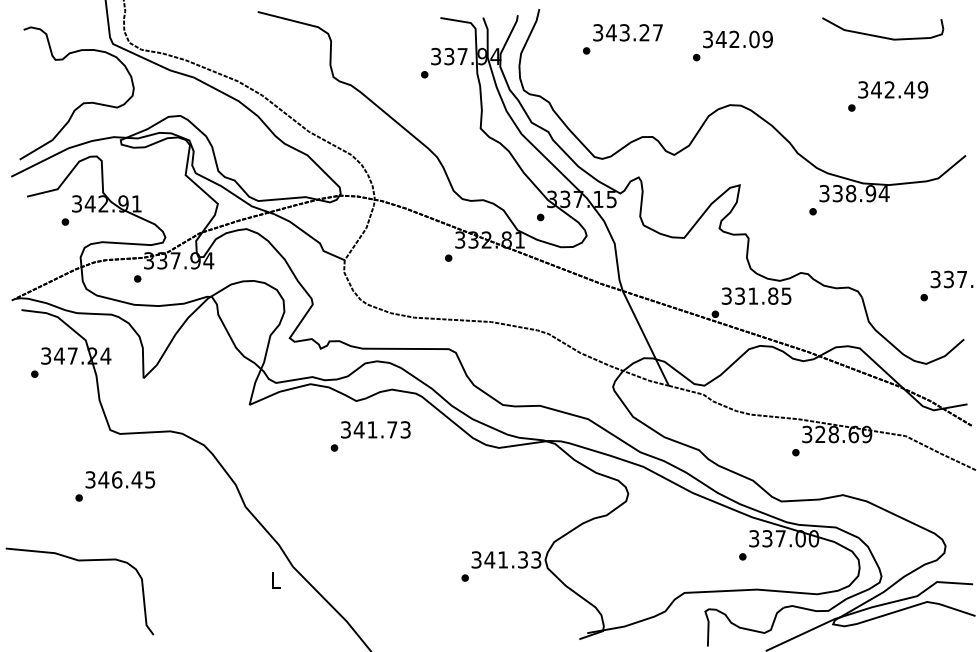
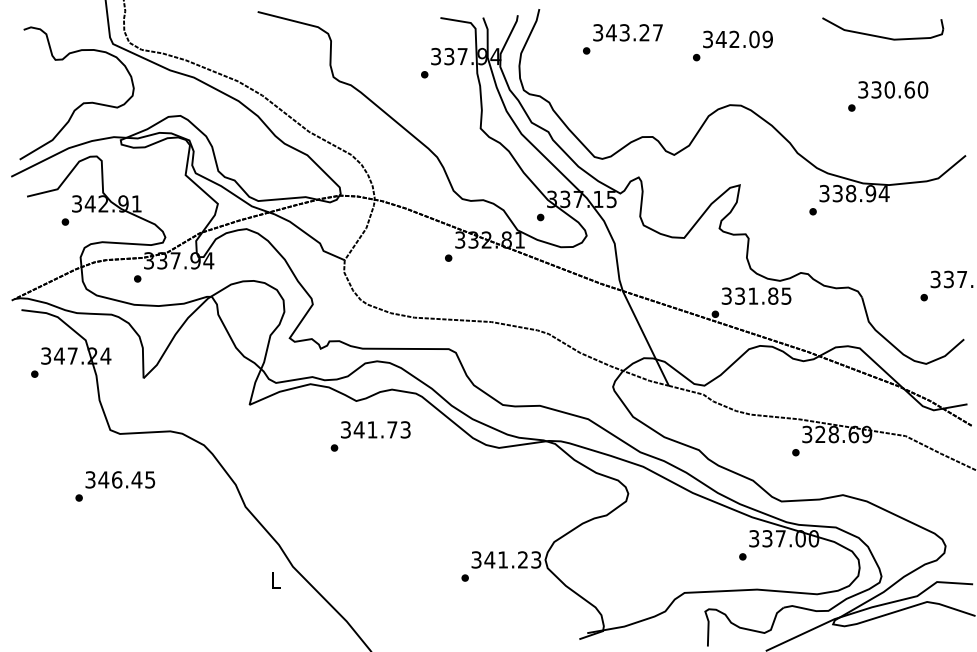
text at (899, 89): 342.49 -> 330.60
text at (522, 559): 341.33 -> 341.23
curve at (79, 561): present -> none
